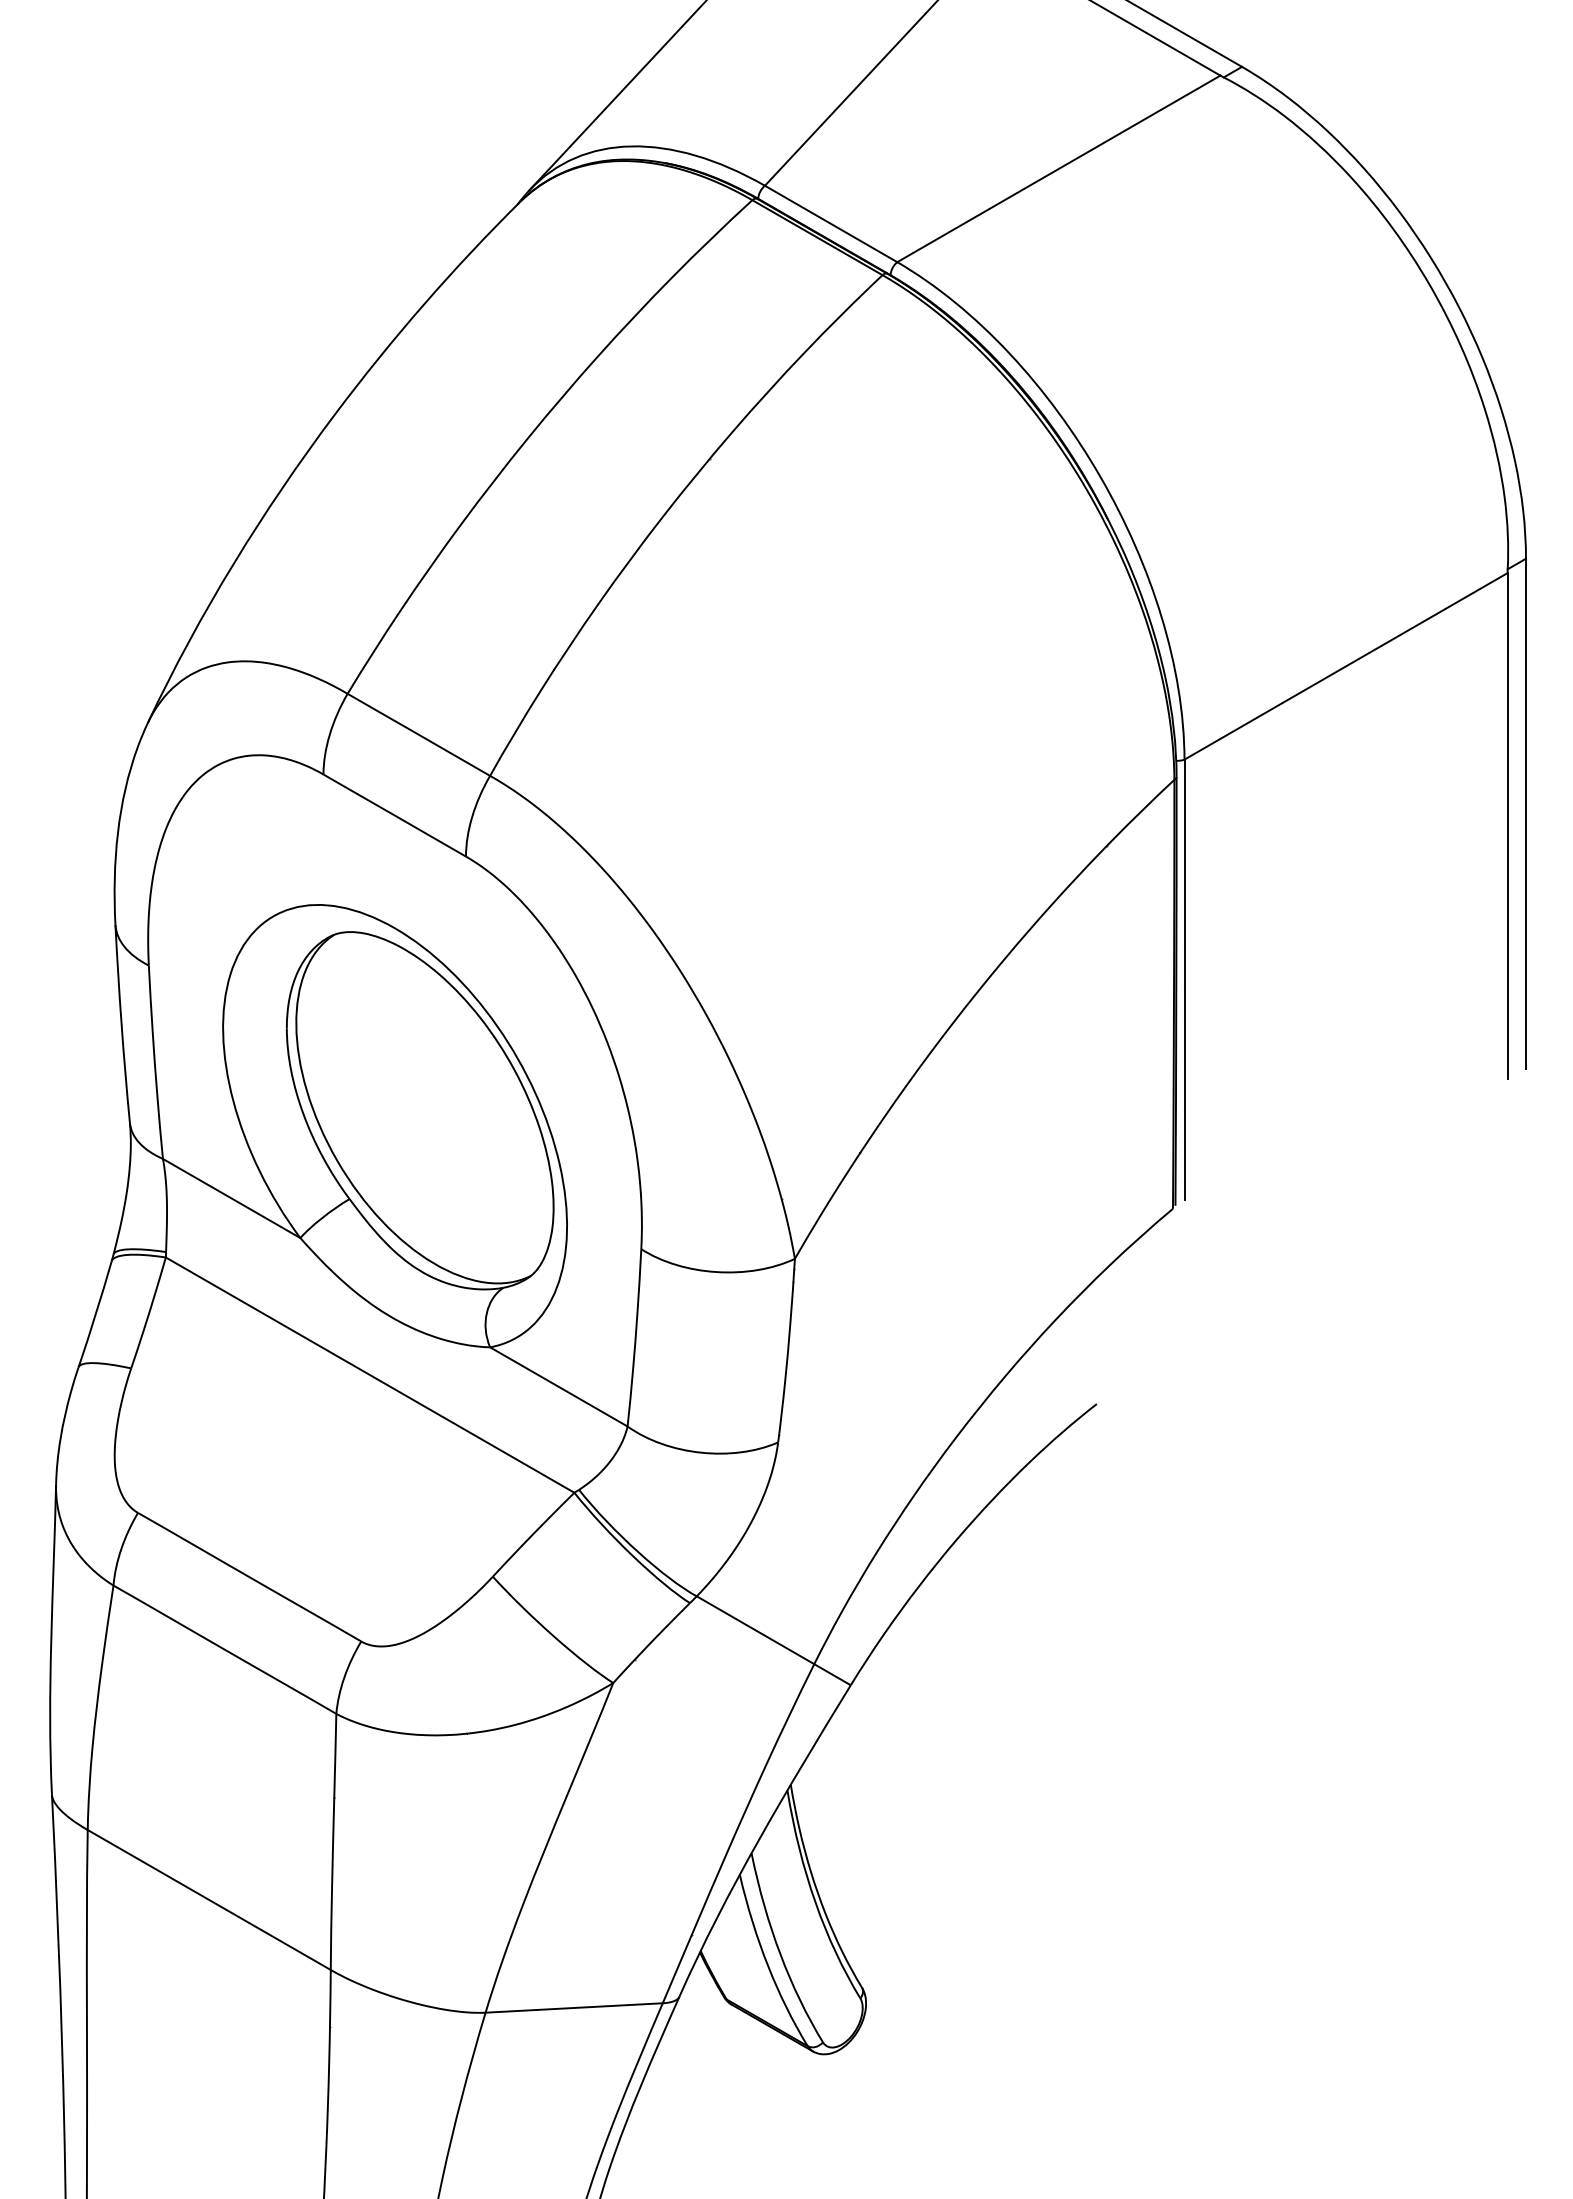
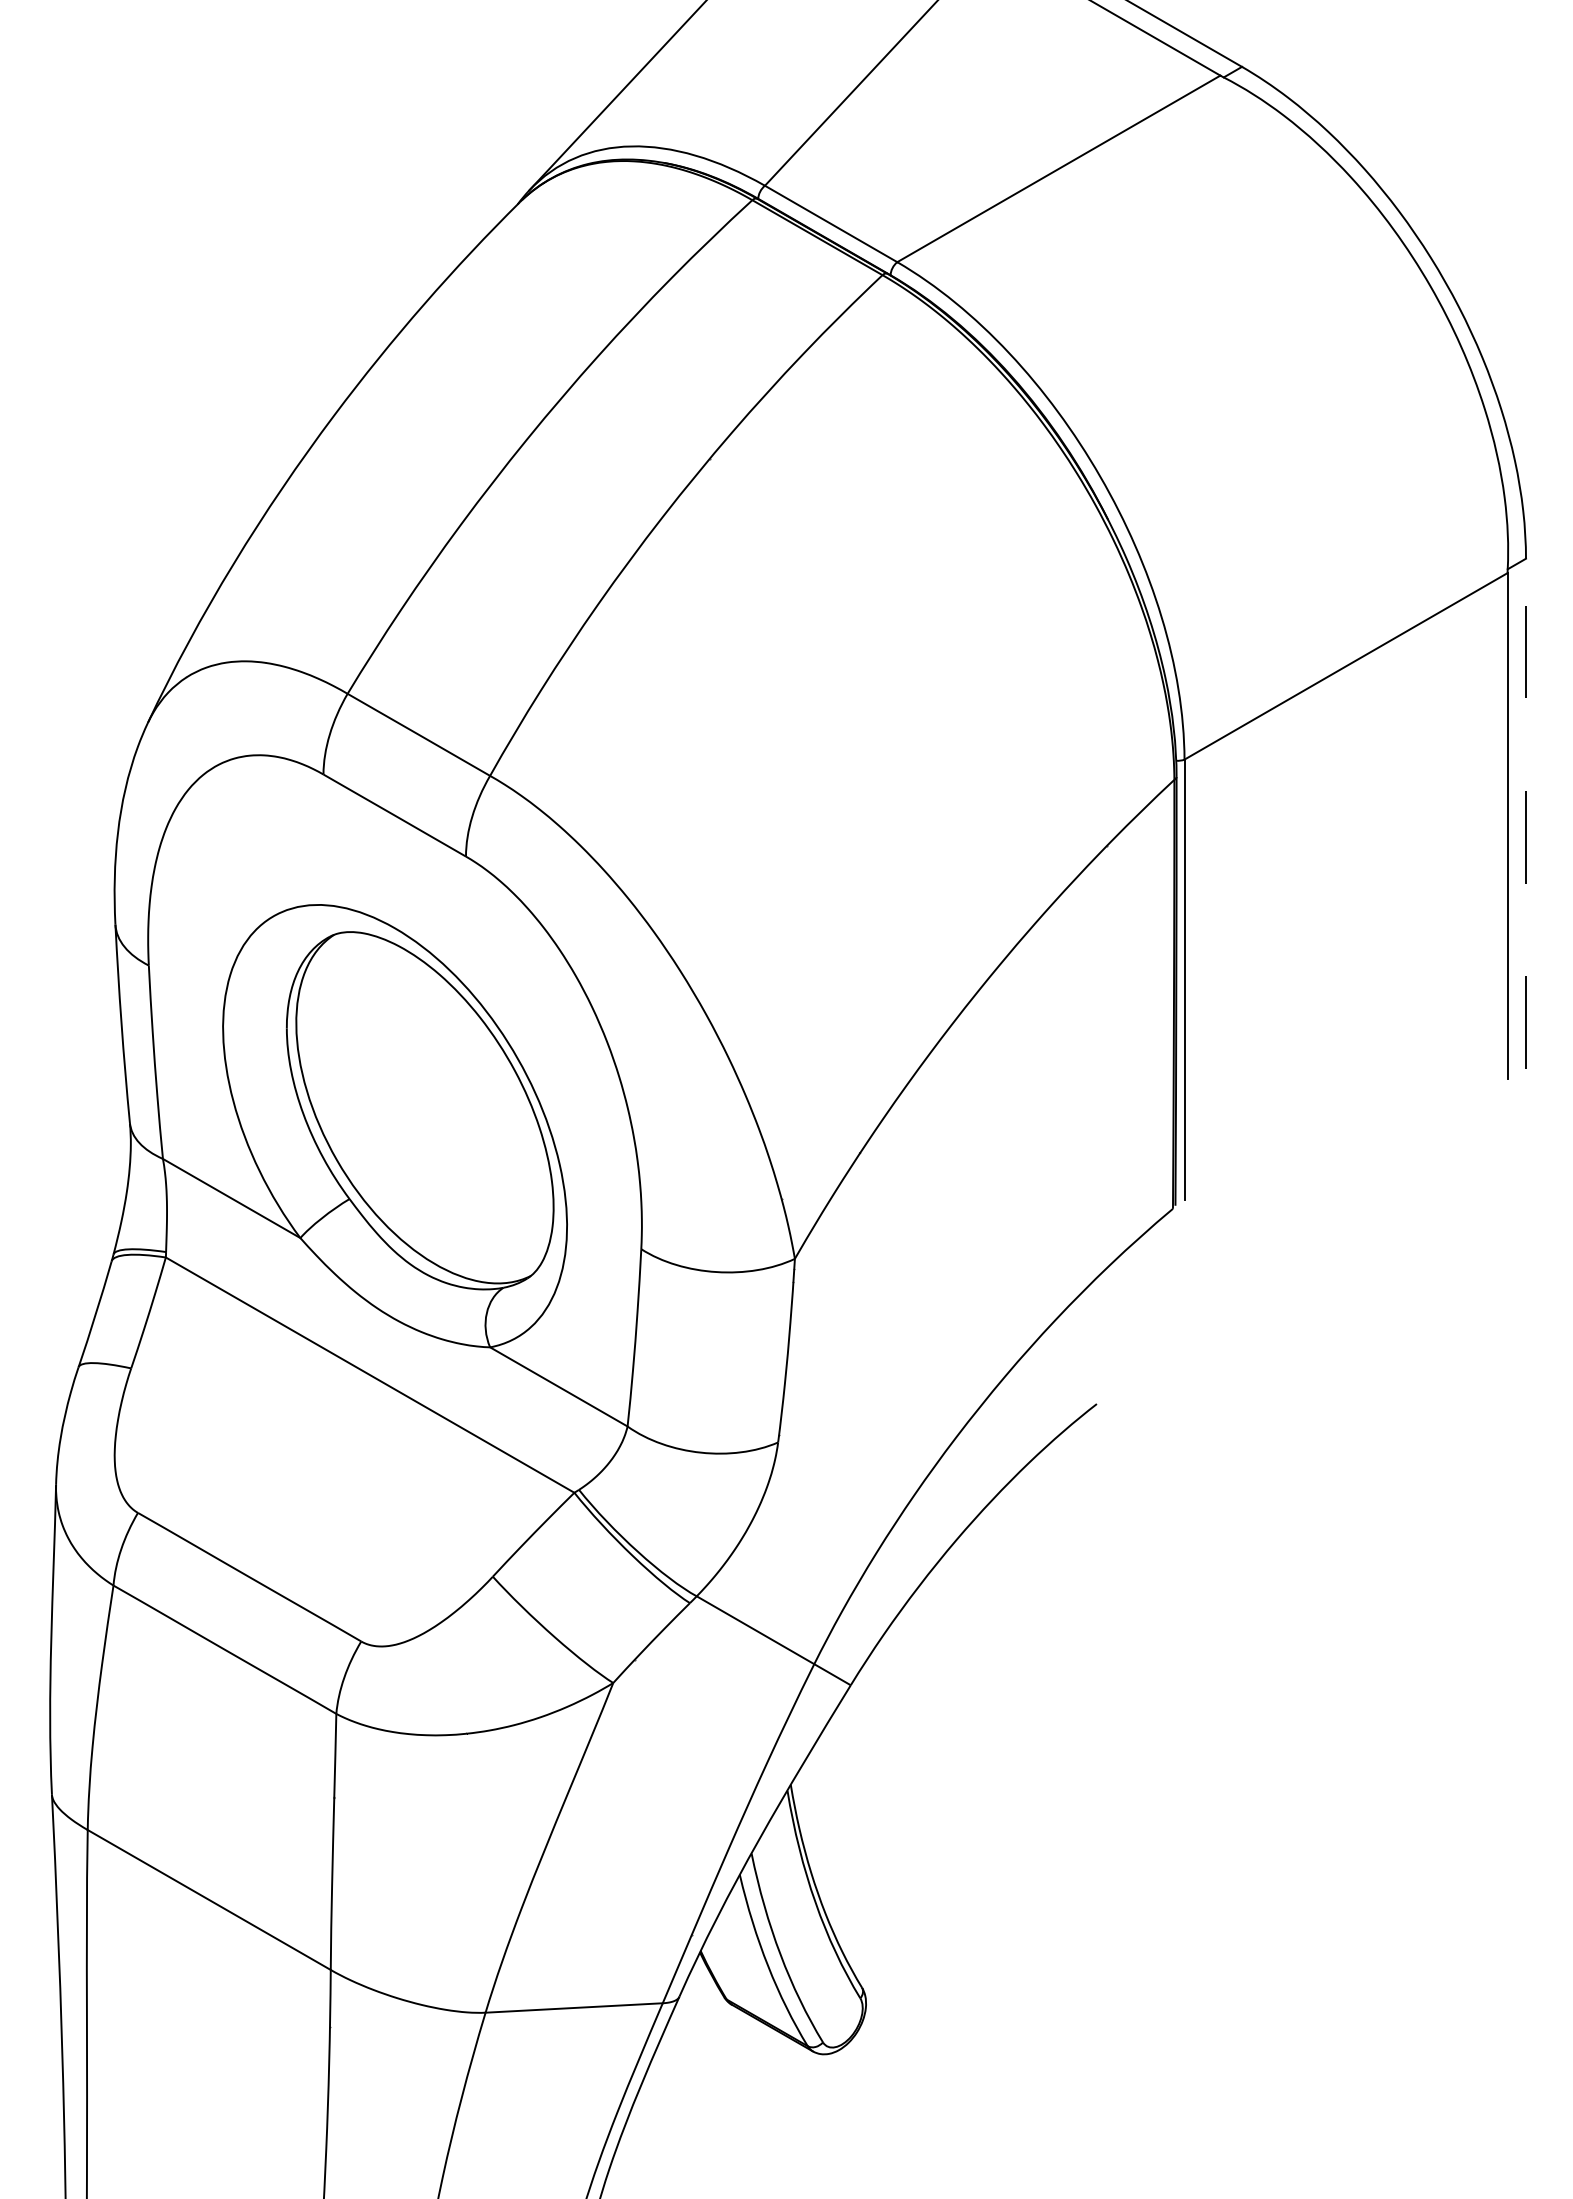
line at (1526, 813): solid -> dashed
